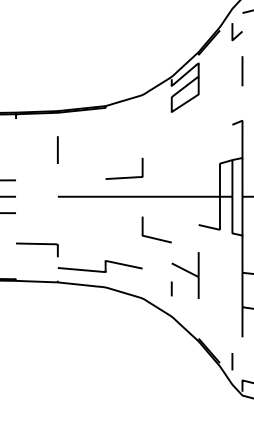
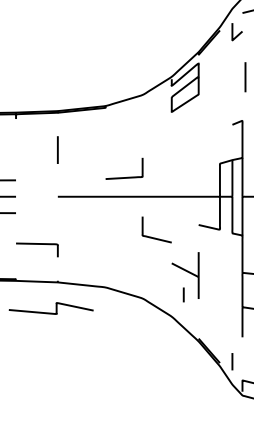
line at (242, 71) position: (242, 71) -> (245, 77)
curve at (99, 270) position: (99, 270) -> (50, 312)
line at (171, 288) position: (171, 288) -> (183, 294)
